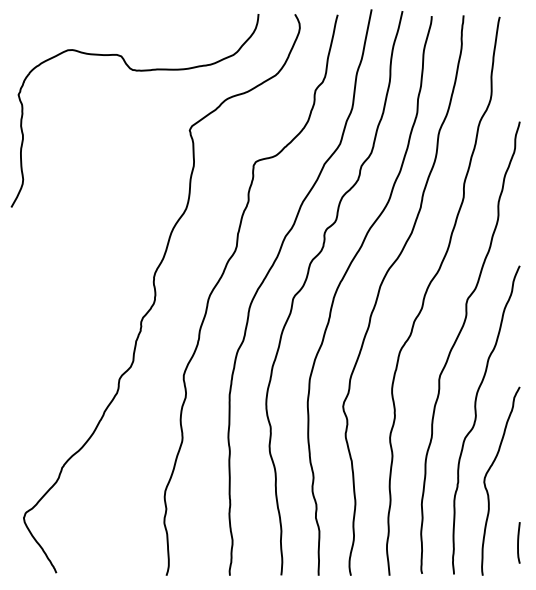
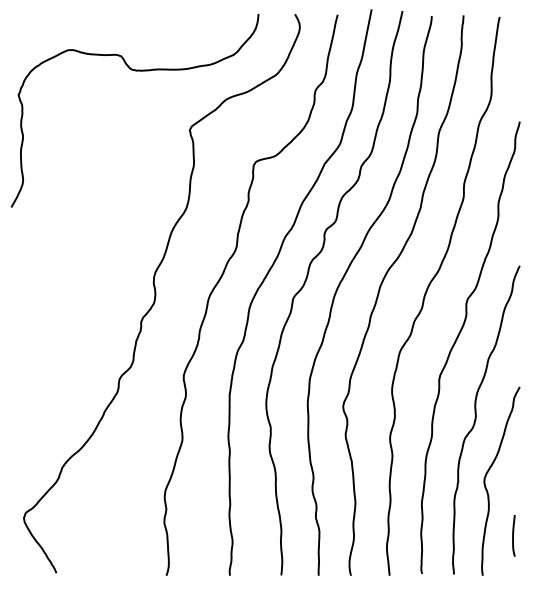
curve at (518, 542) position: (518, 542) -> (513, 535)
